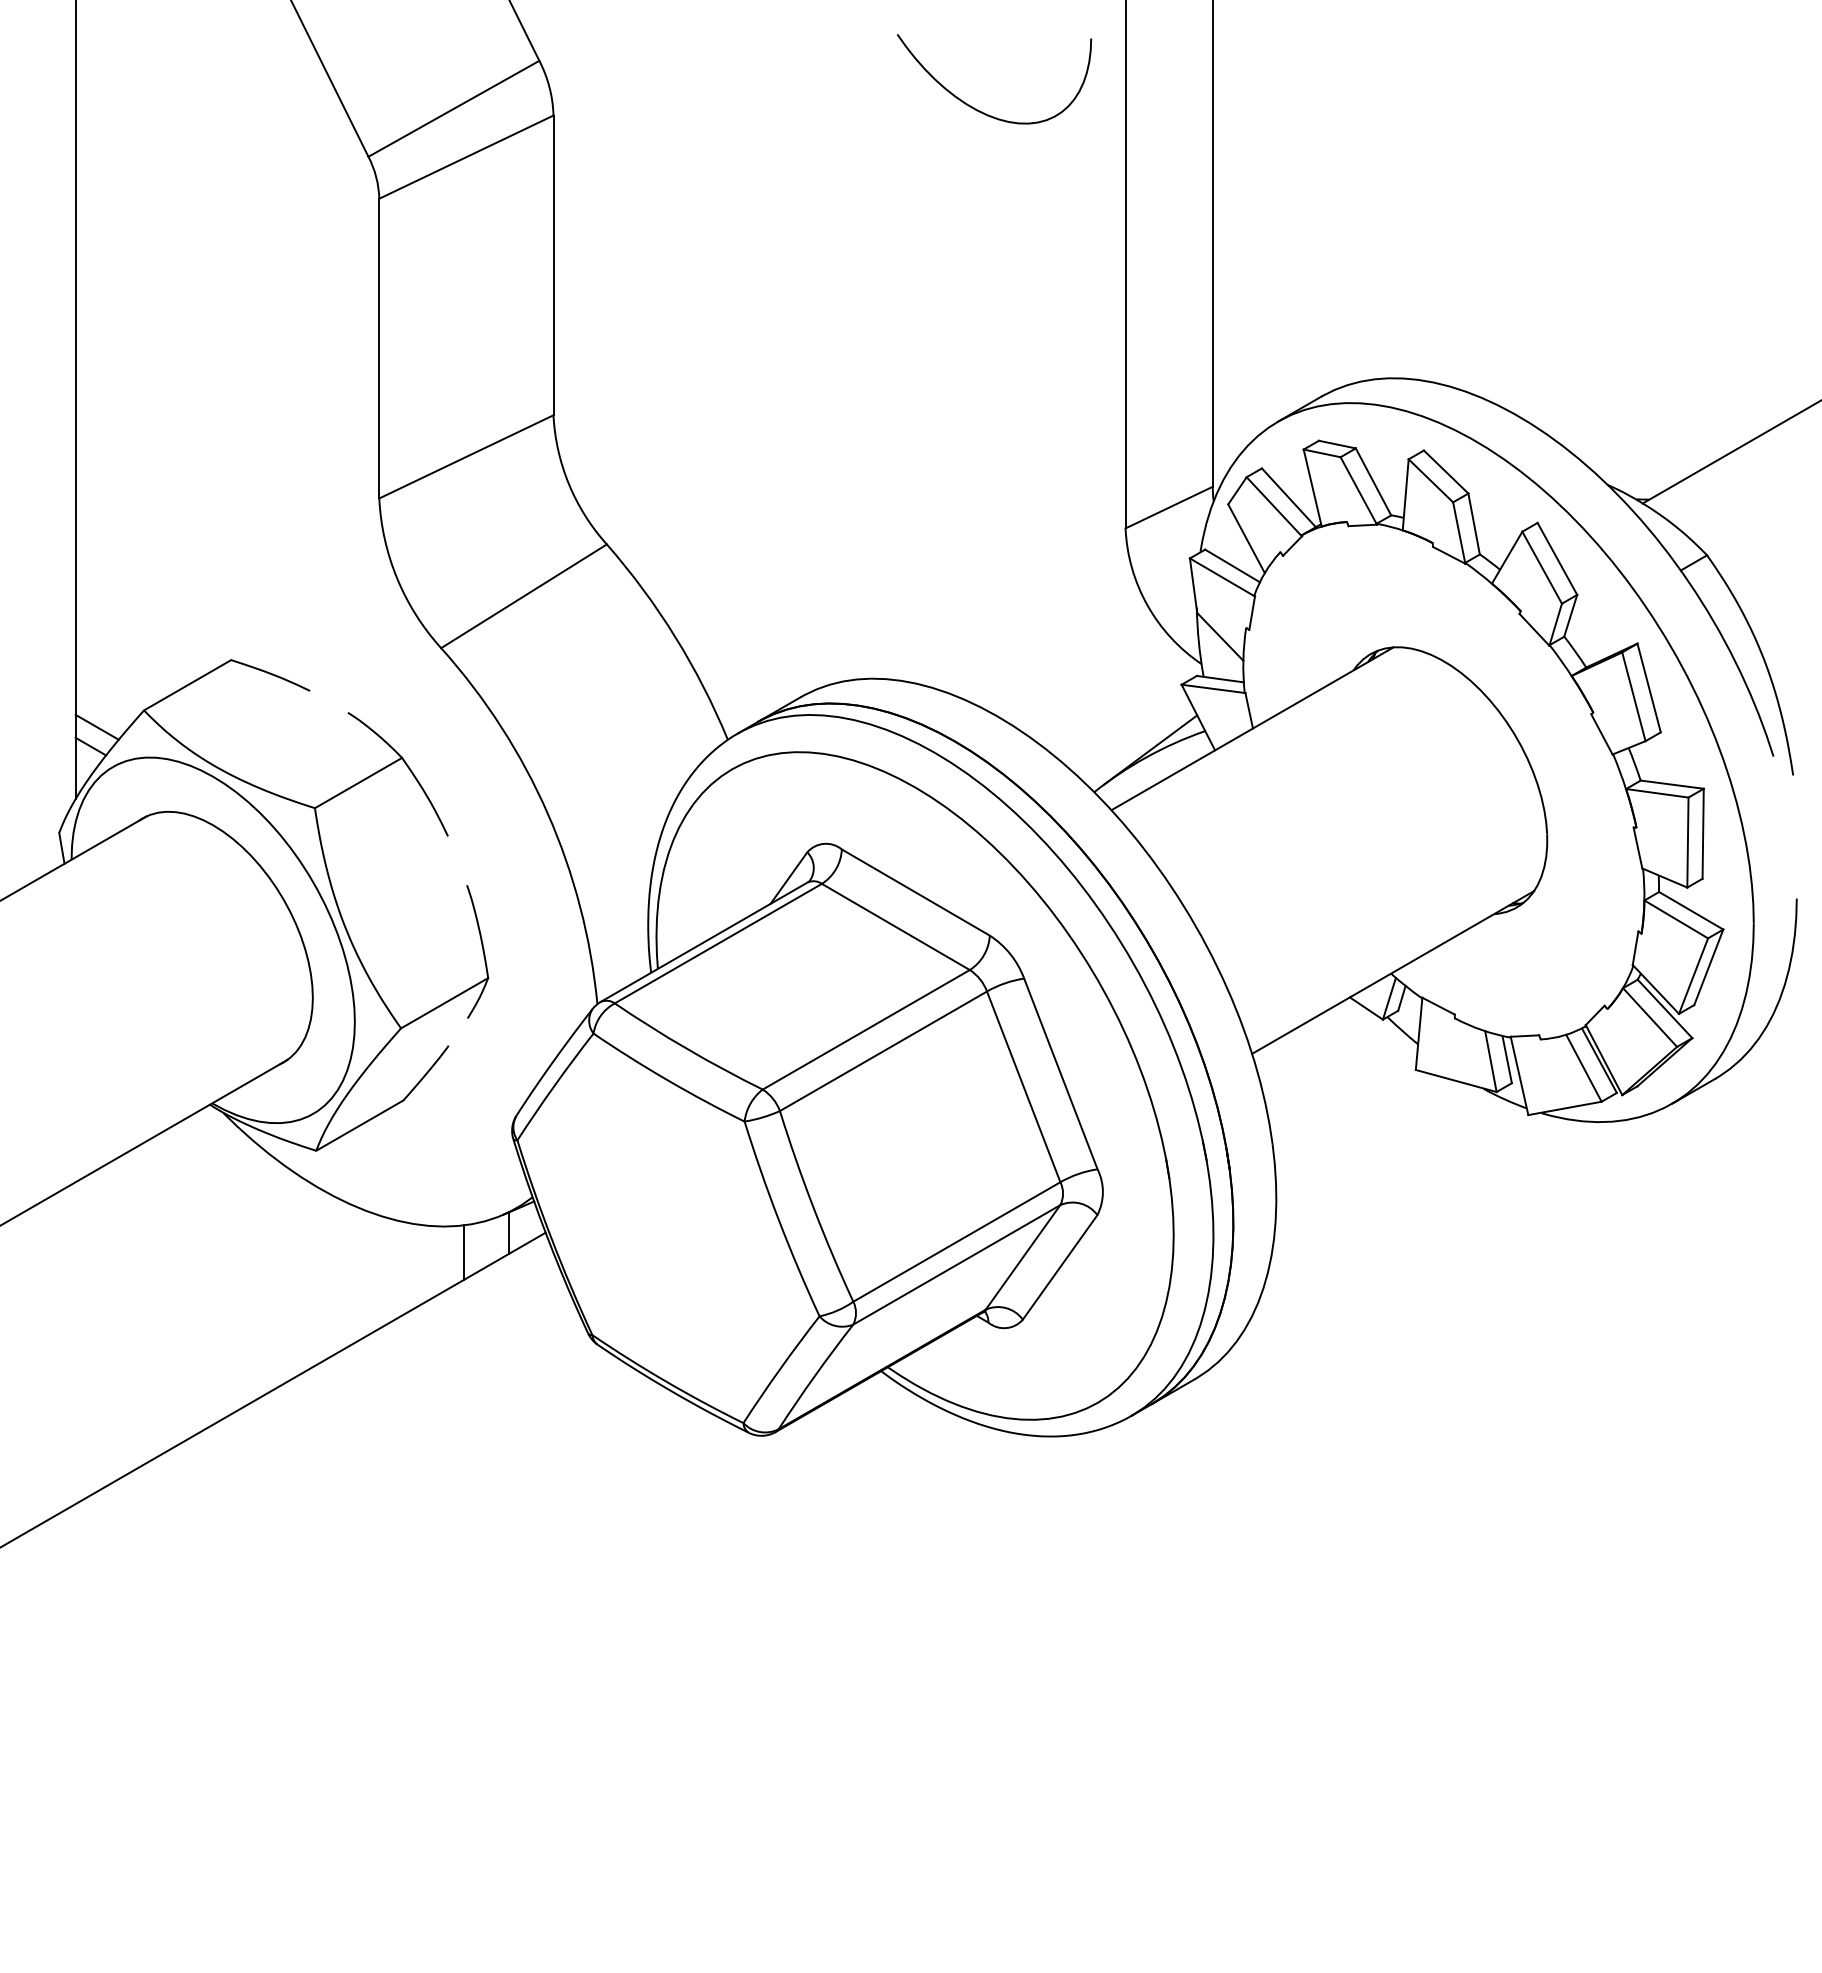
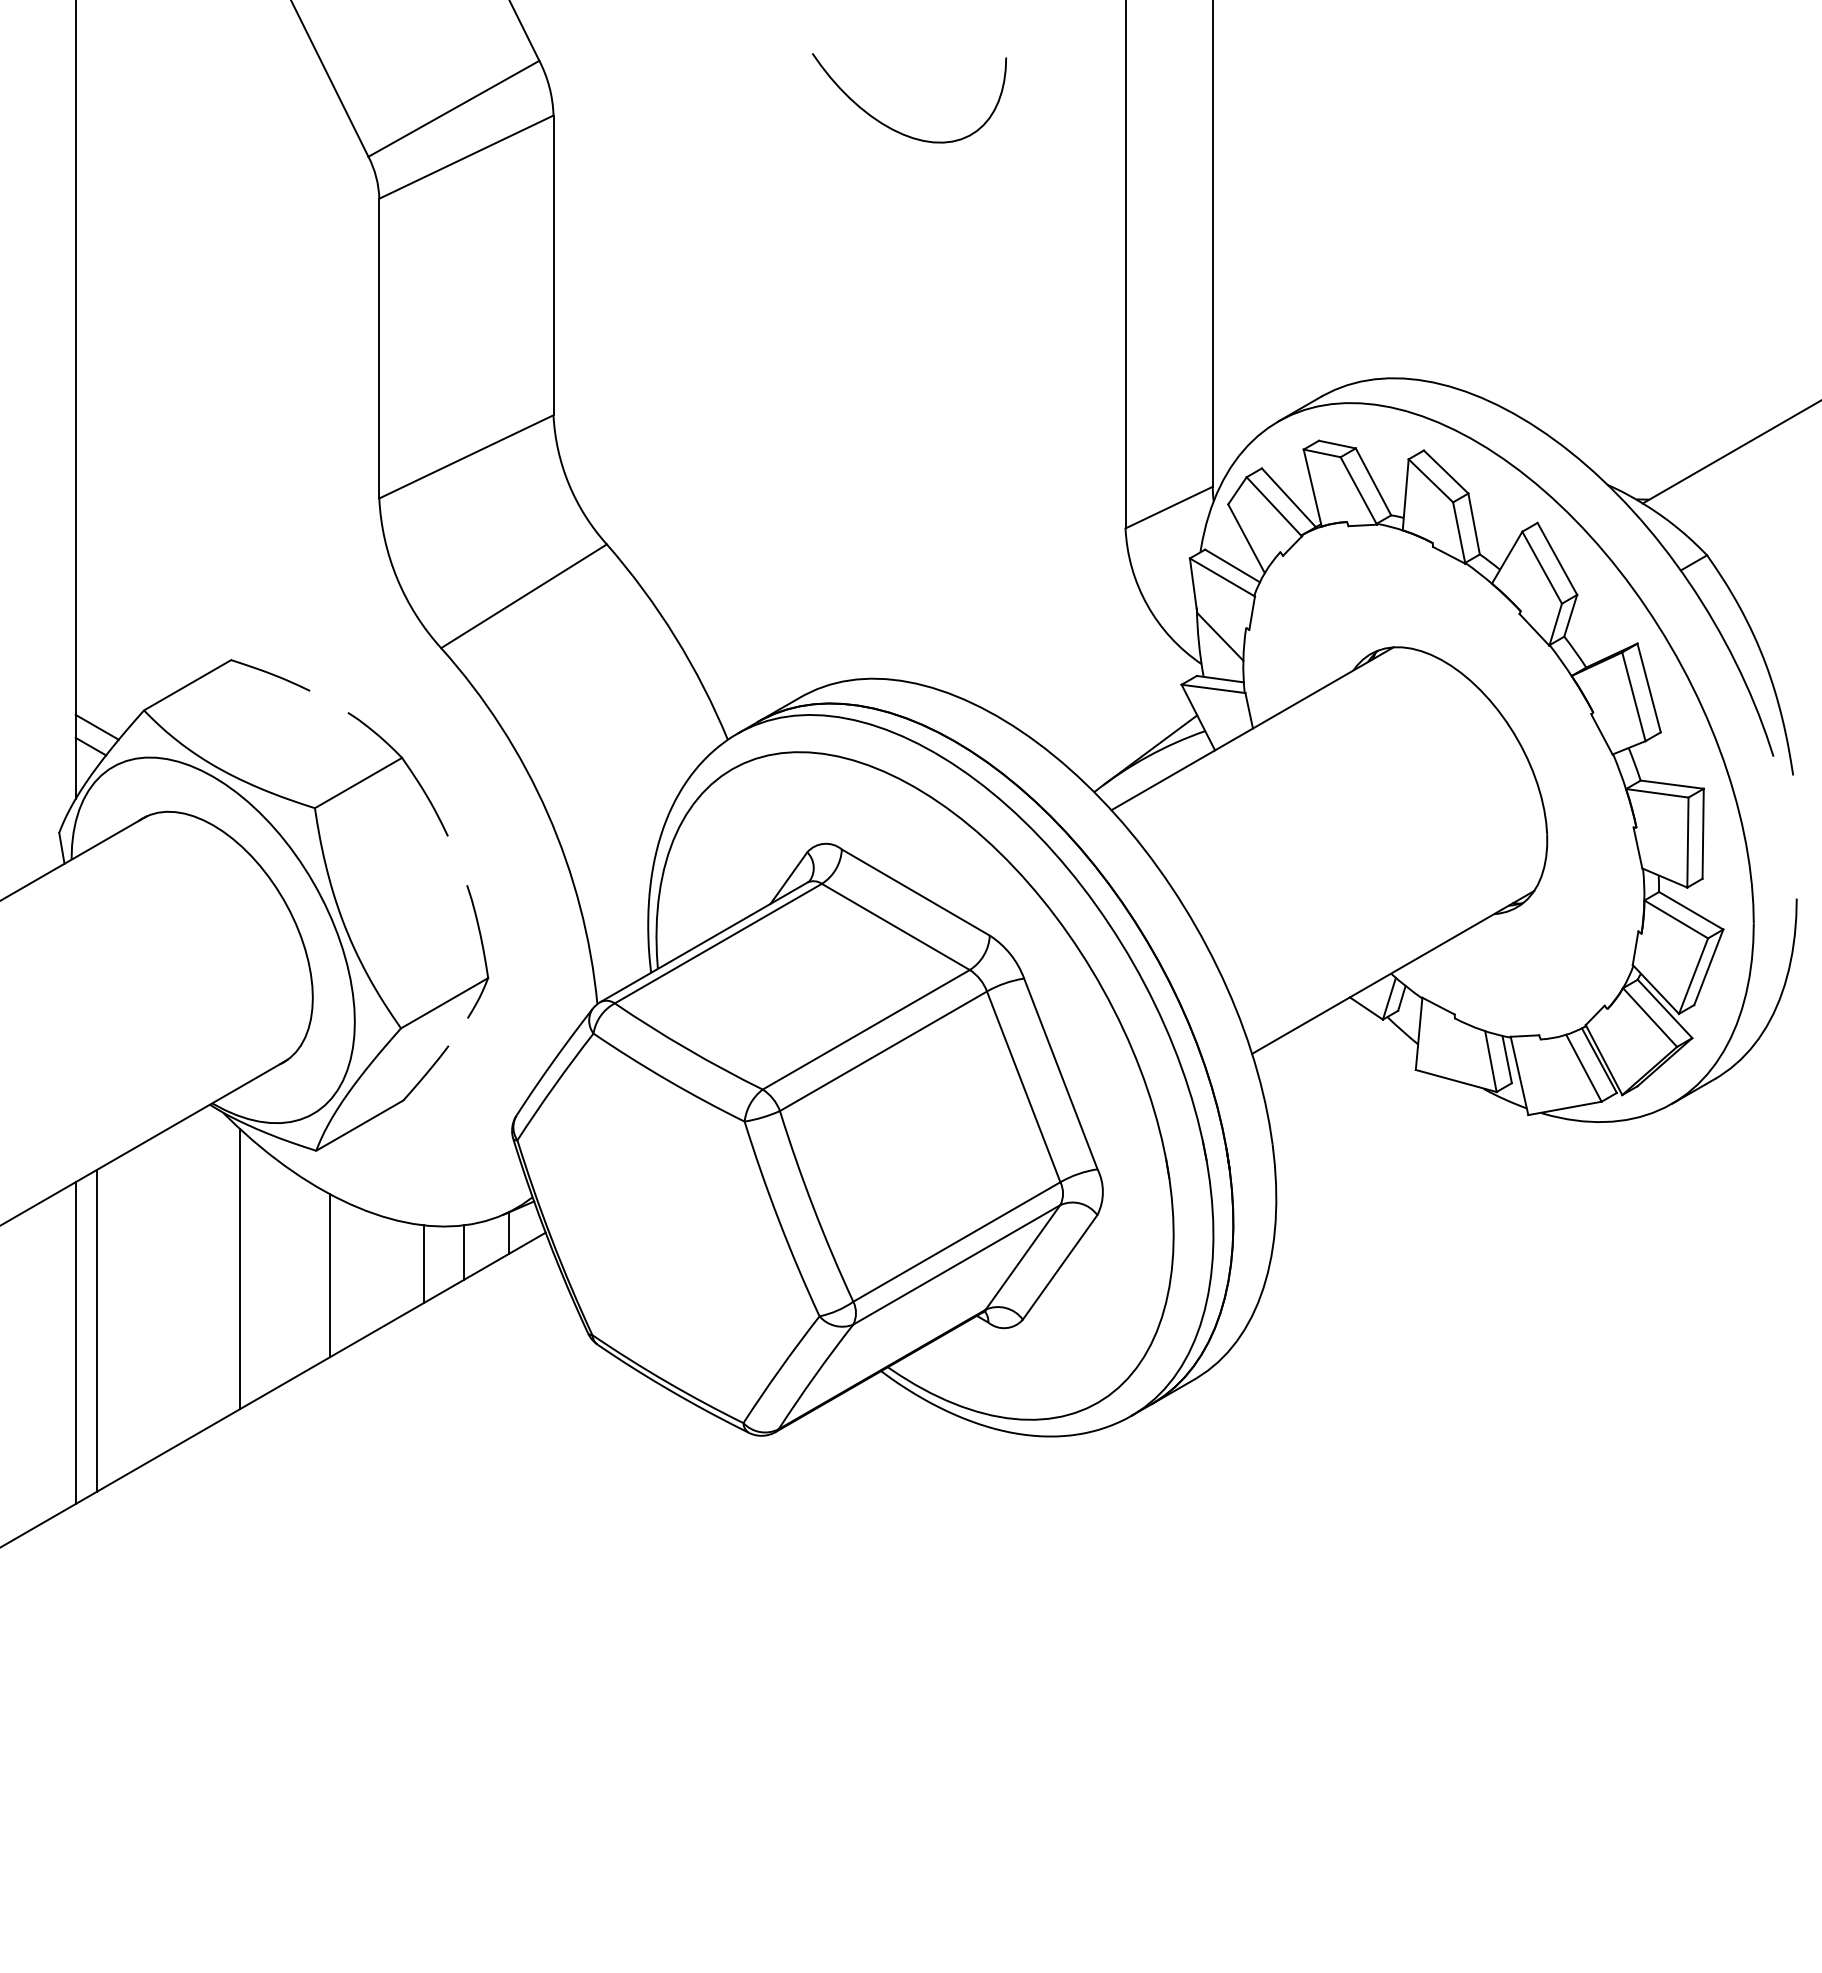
curve at (980, 110) position: (980, 110) -> (895, 129)
line at (423, 1264): none -> present
line at (240, 1269): none -> present
line at (329, 1275): none -> present
line at (96, 1330): none -> present
line at (75, 1343): none -> present
